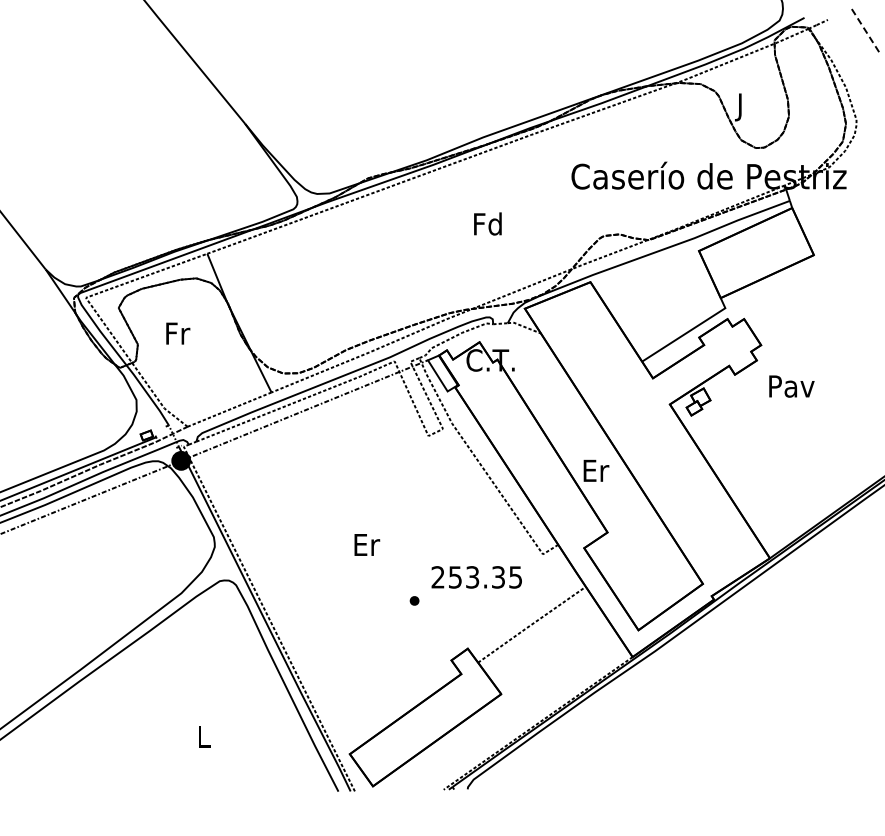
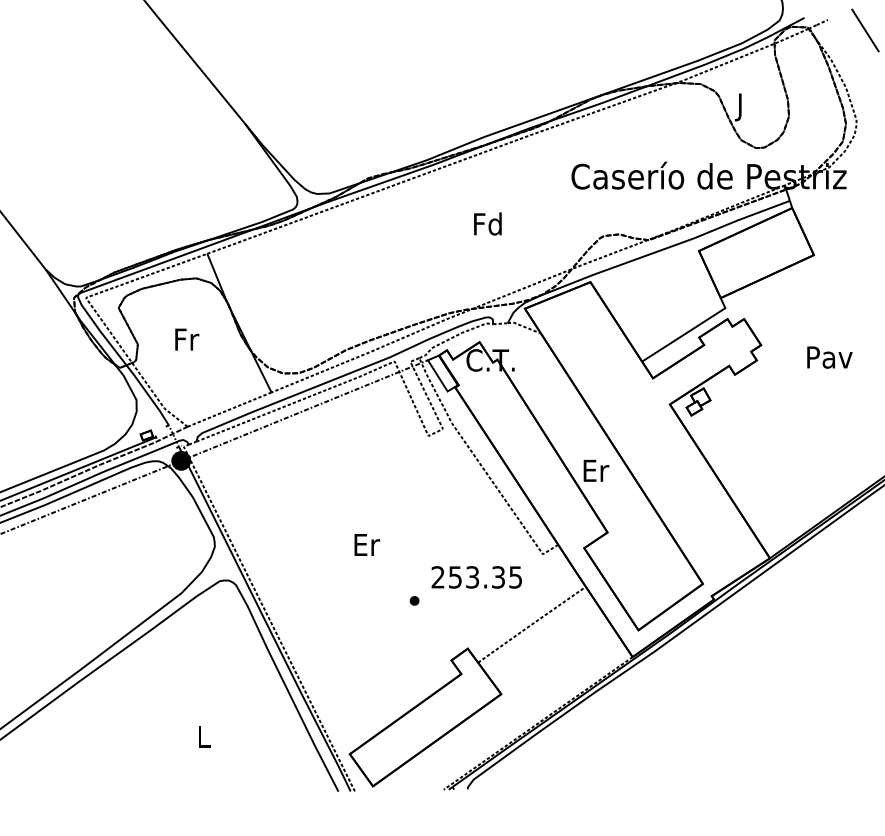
line at (865, 30): dashed -> solid
text at (178, 333) position: (178, 333) -> (187, 339)
text at (791, 386) position: (791, 386) -> (829, 357)
